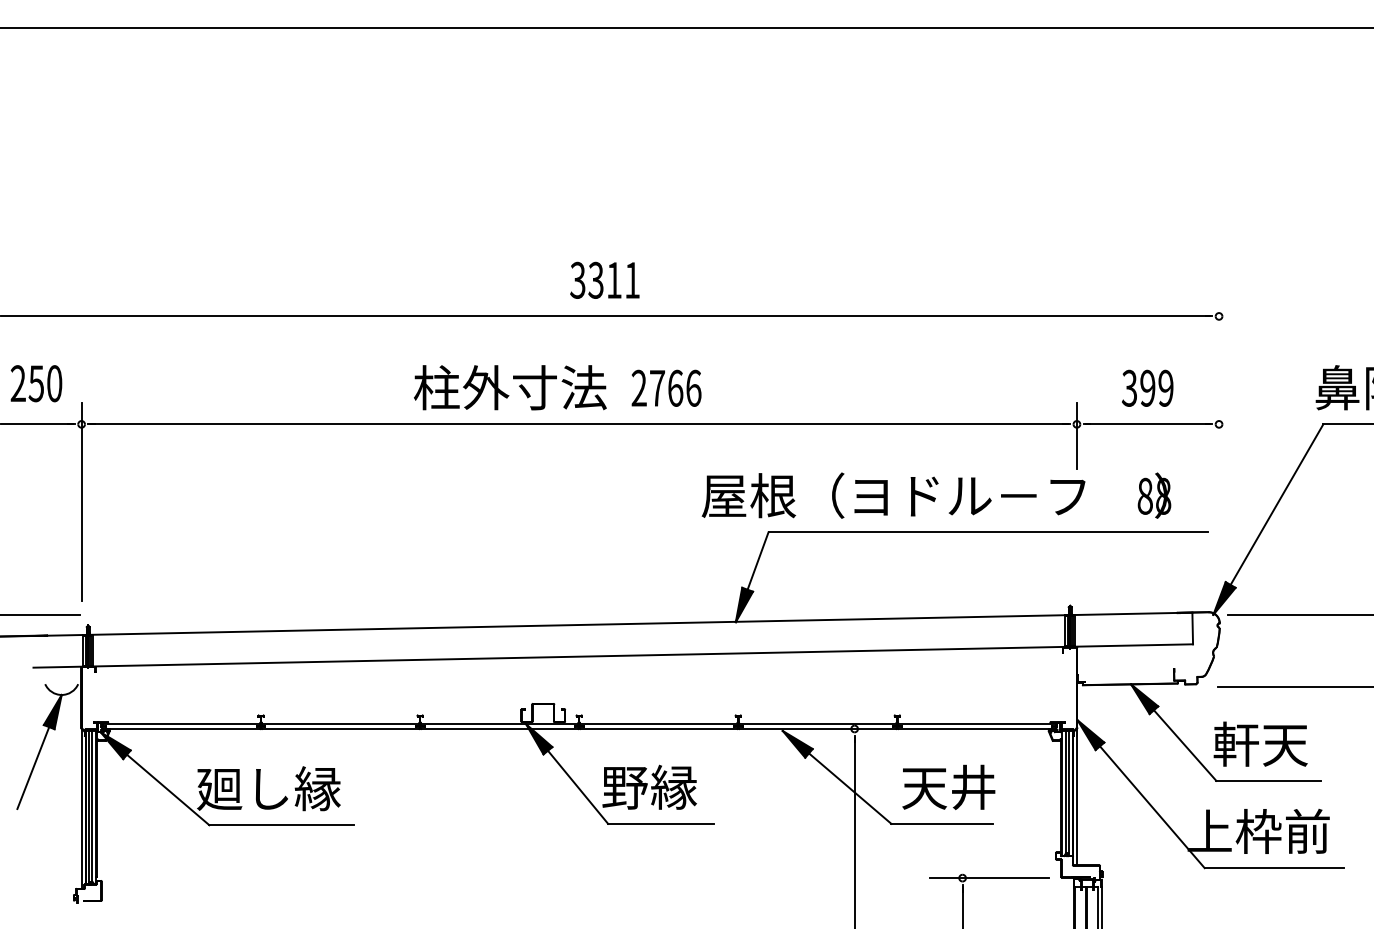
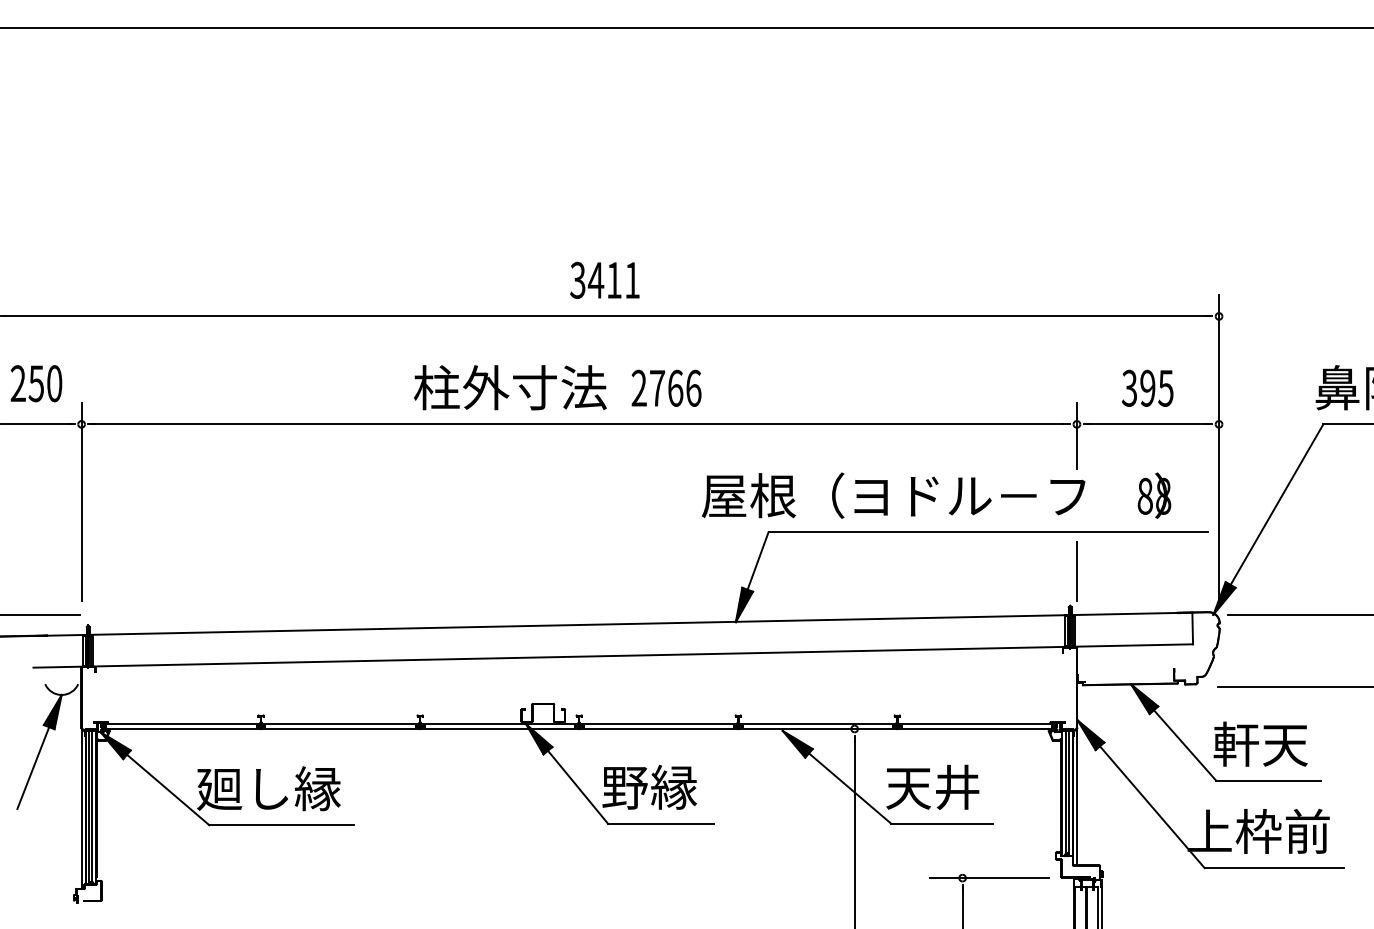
text at (595, 279): 3311 -> 3411
text at (1165, 387): 399 -> 395
line at (1219, 447): none -> present
line at (1076, 570): none -> present
text at (948, 786) position: (948, 786) -> (932, 786)
